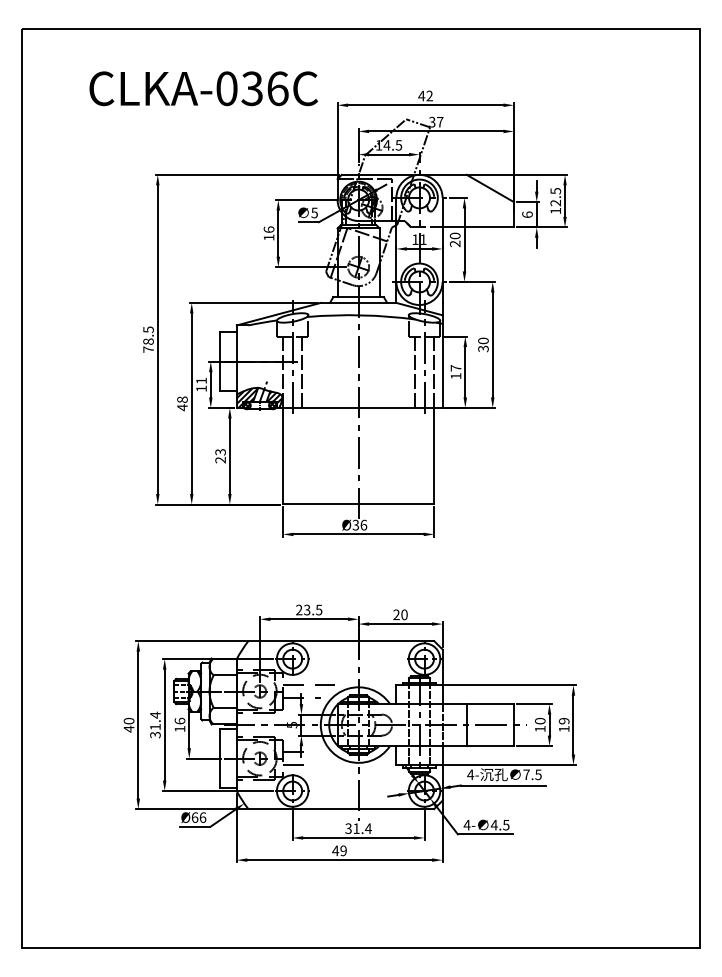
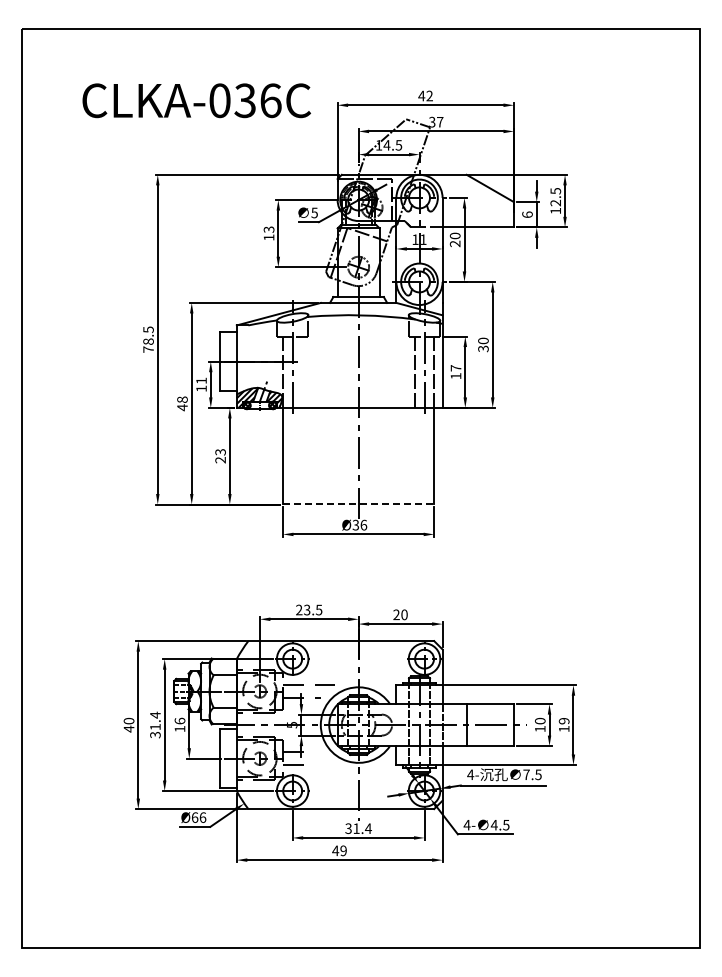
text at (203, 88) position: (203, 88) -> (196, 100)
text at (268, 229): 16 -> 13
line at (302, 371): present -> none
line at (358, 504): solid -> dashed
